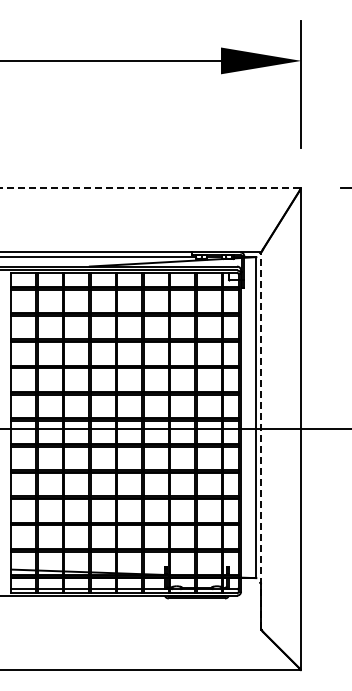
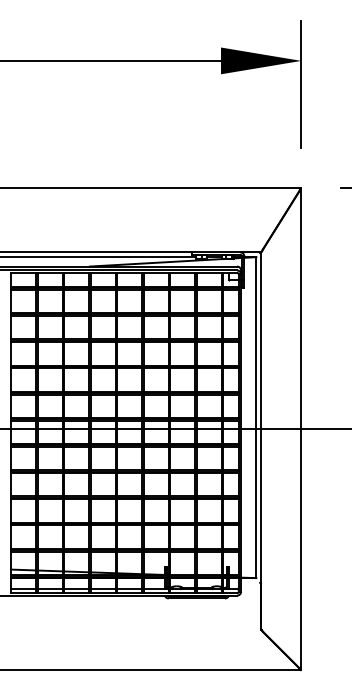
line at (150, 188): dashed -> solid
line at (261, 440): dashed -> solid
